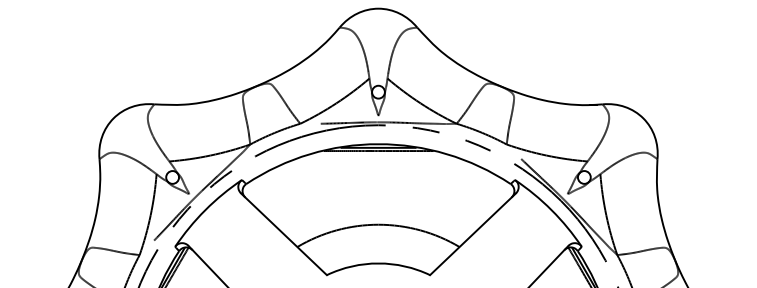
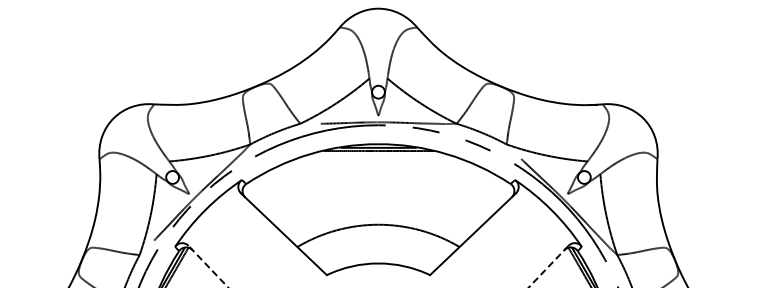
line at (208, 266): solid -> dashed
line at (548, 266): solid -> dashed
